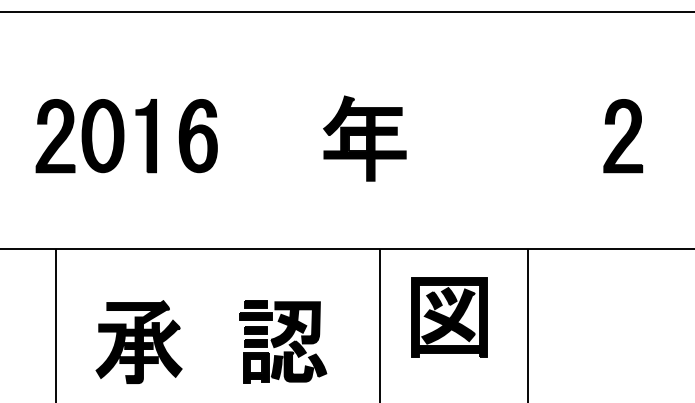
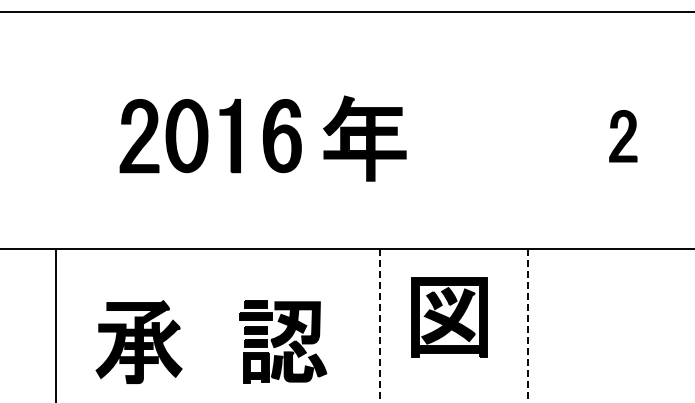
part at (126, 136) position: (126, 136) -> (210, 136)
part at (623, 136) size: 41x75 px -> 29x53 px
line at (380, 326): solid -> dashed
line at (527, 326): solid -> dashed
